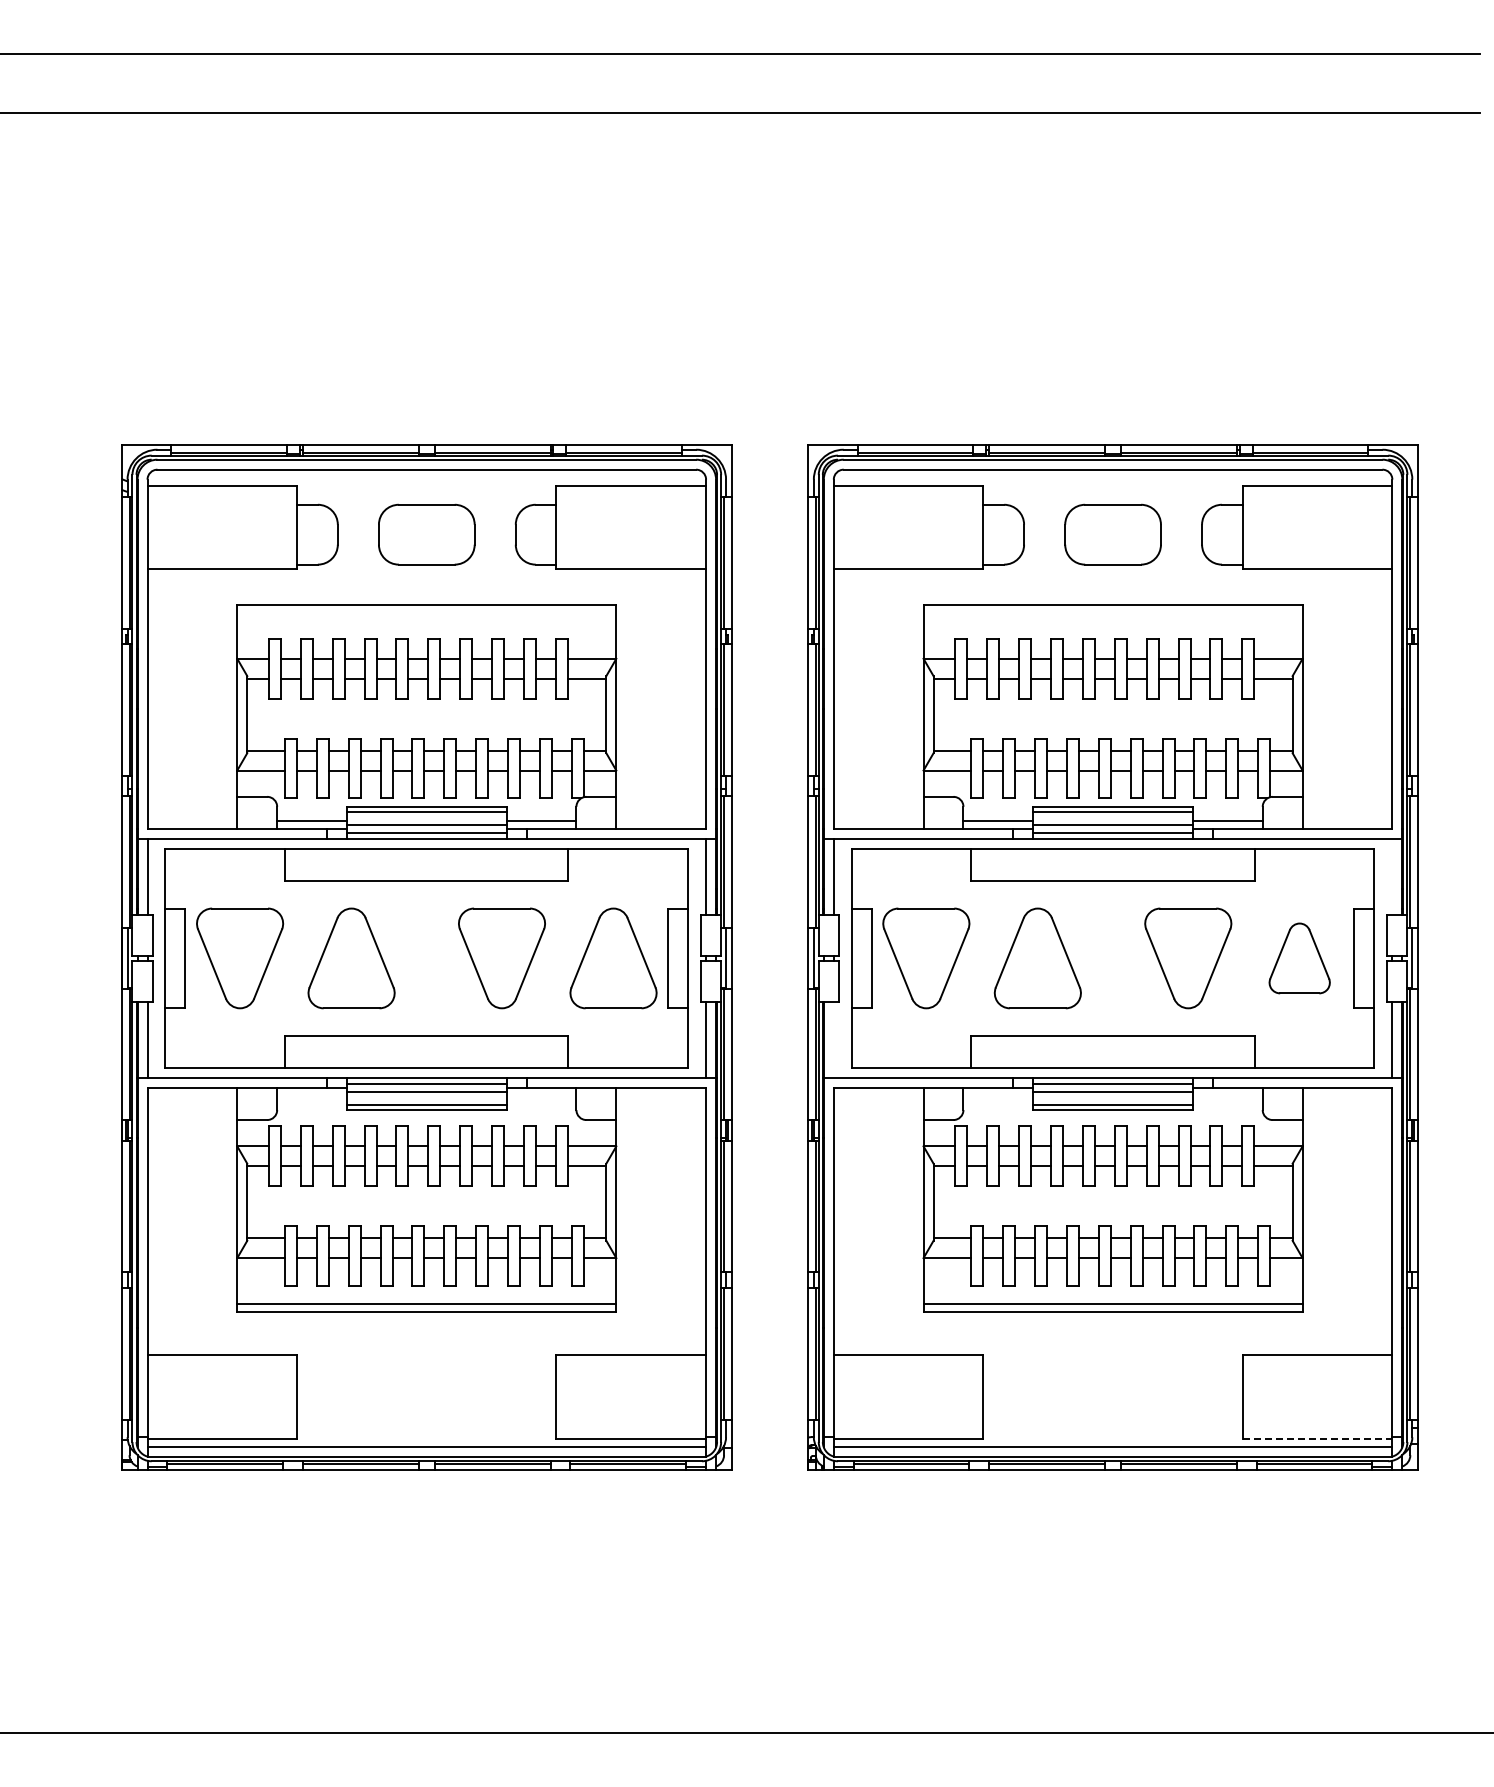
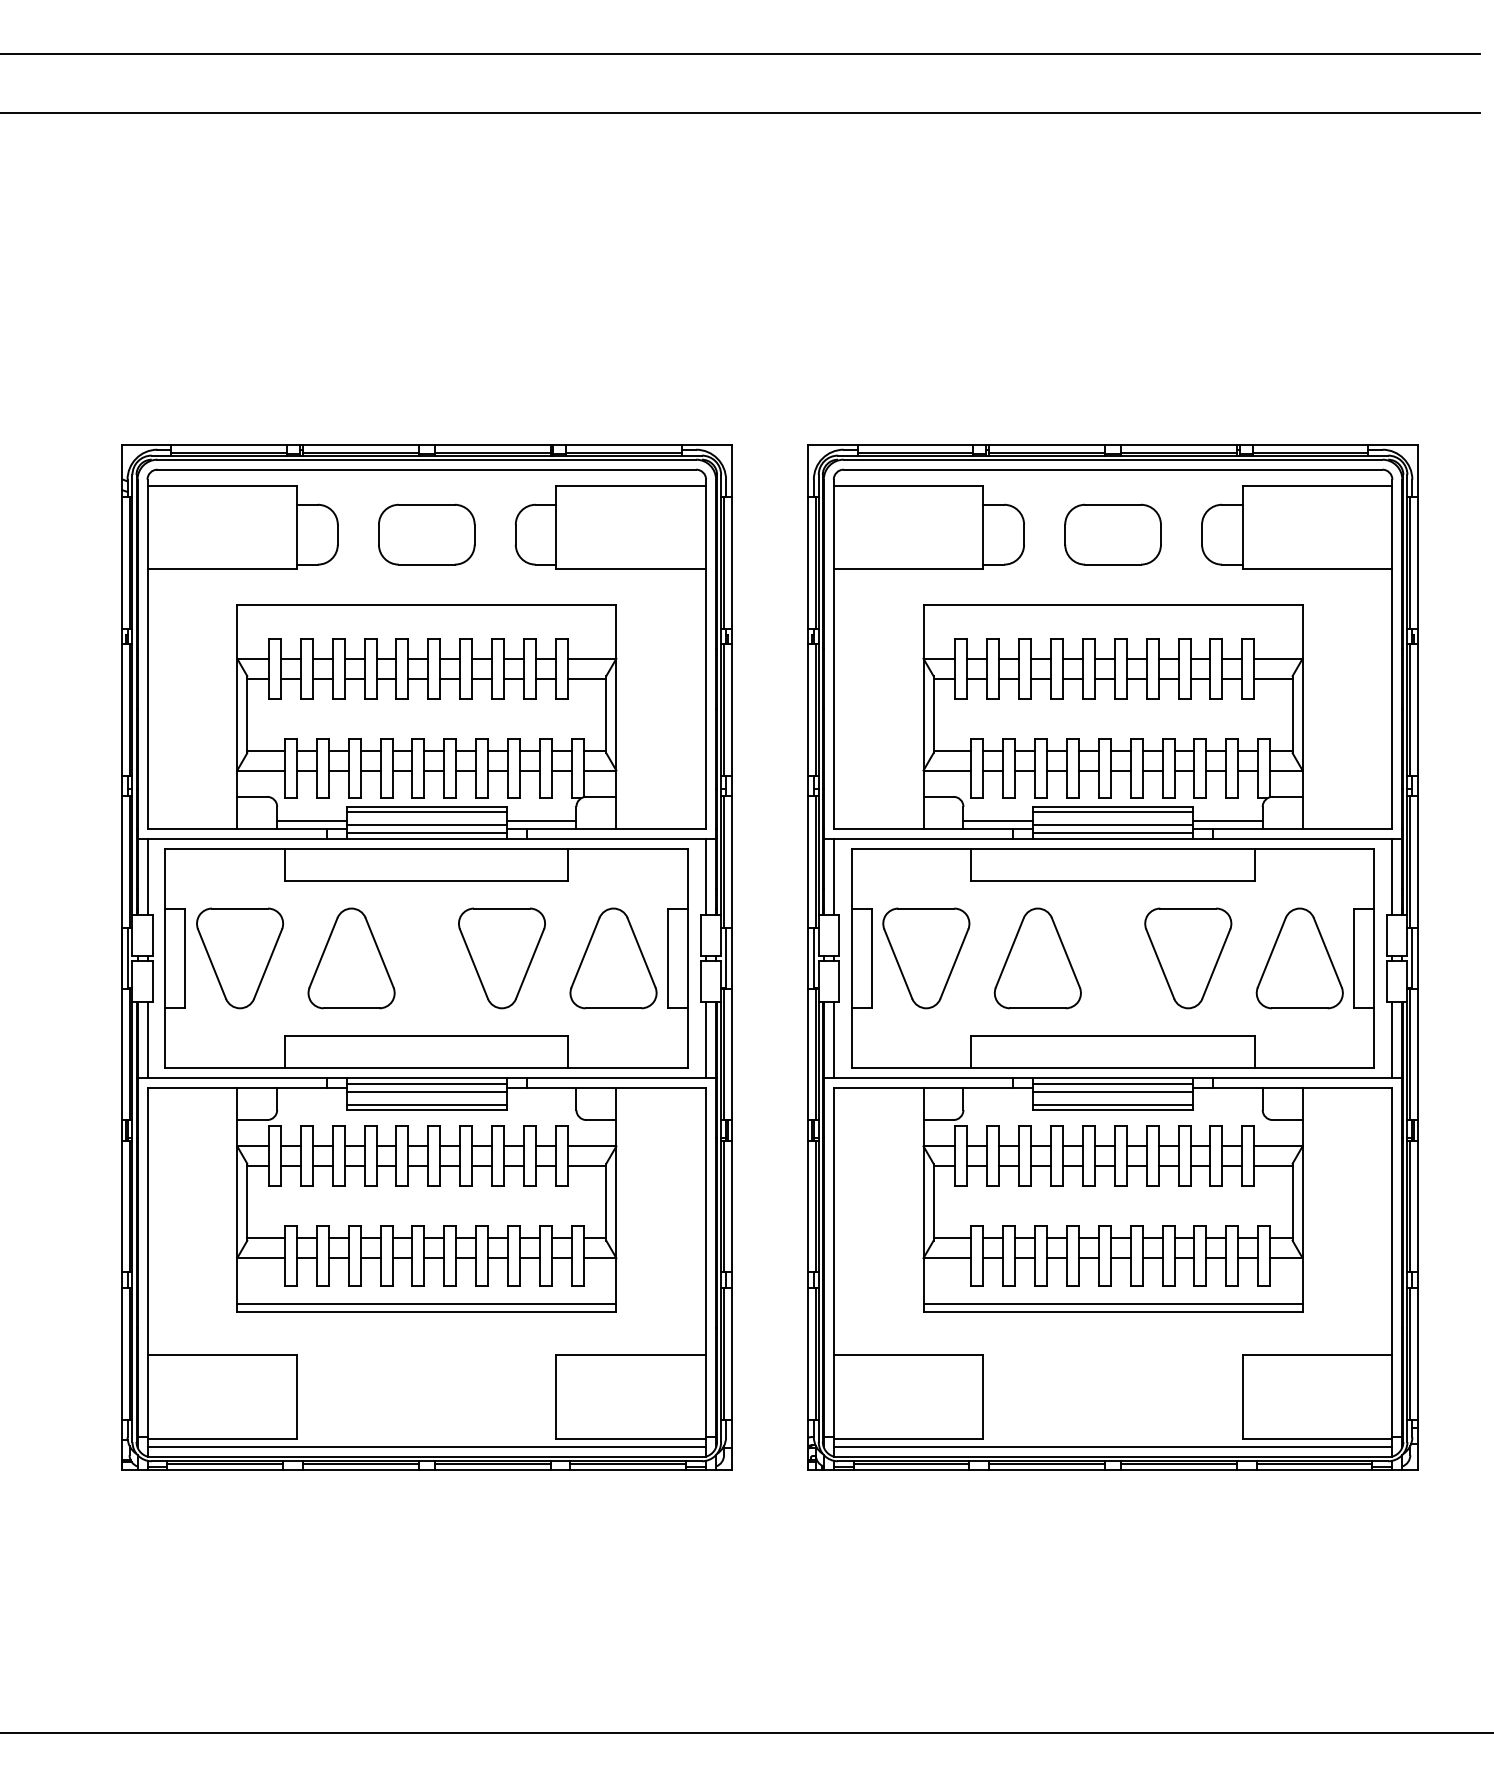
line at (1392, 876): none -> present
part at (1299, 958) size: 63x73 px -> 89x103 px
line at (833, 1040): none -> present
line at (1317, 1439): dashed -> solid
